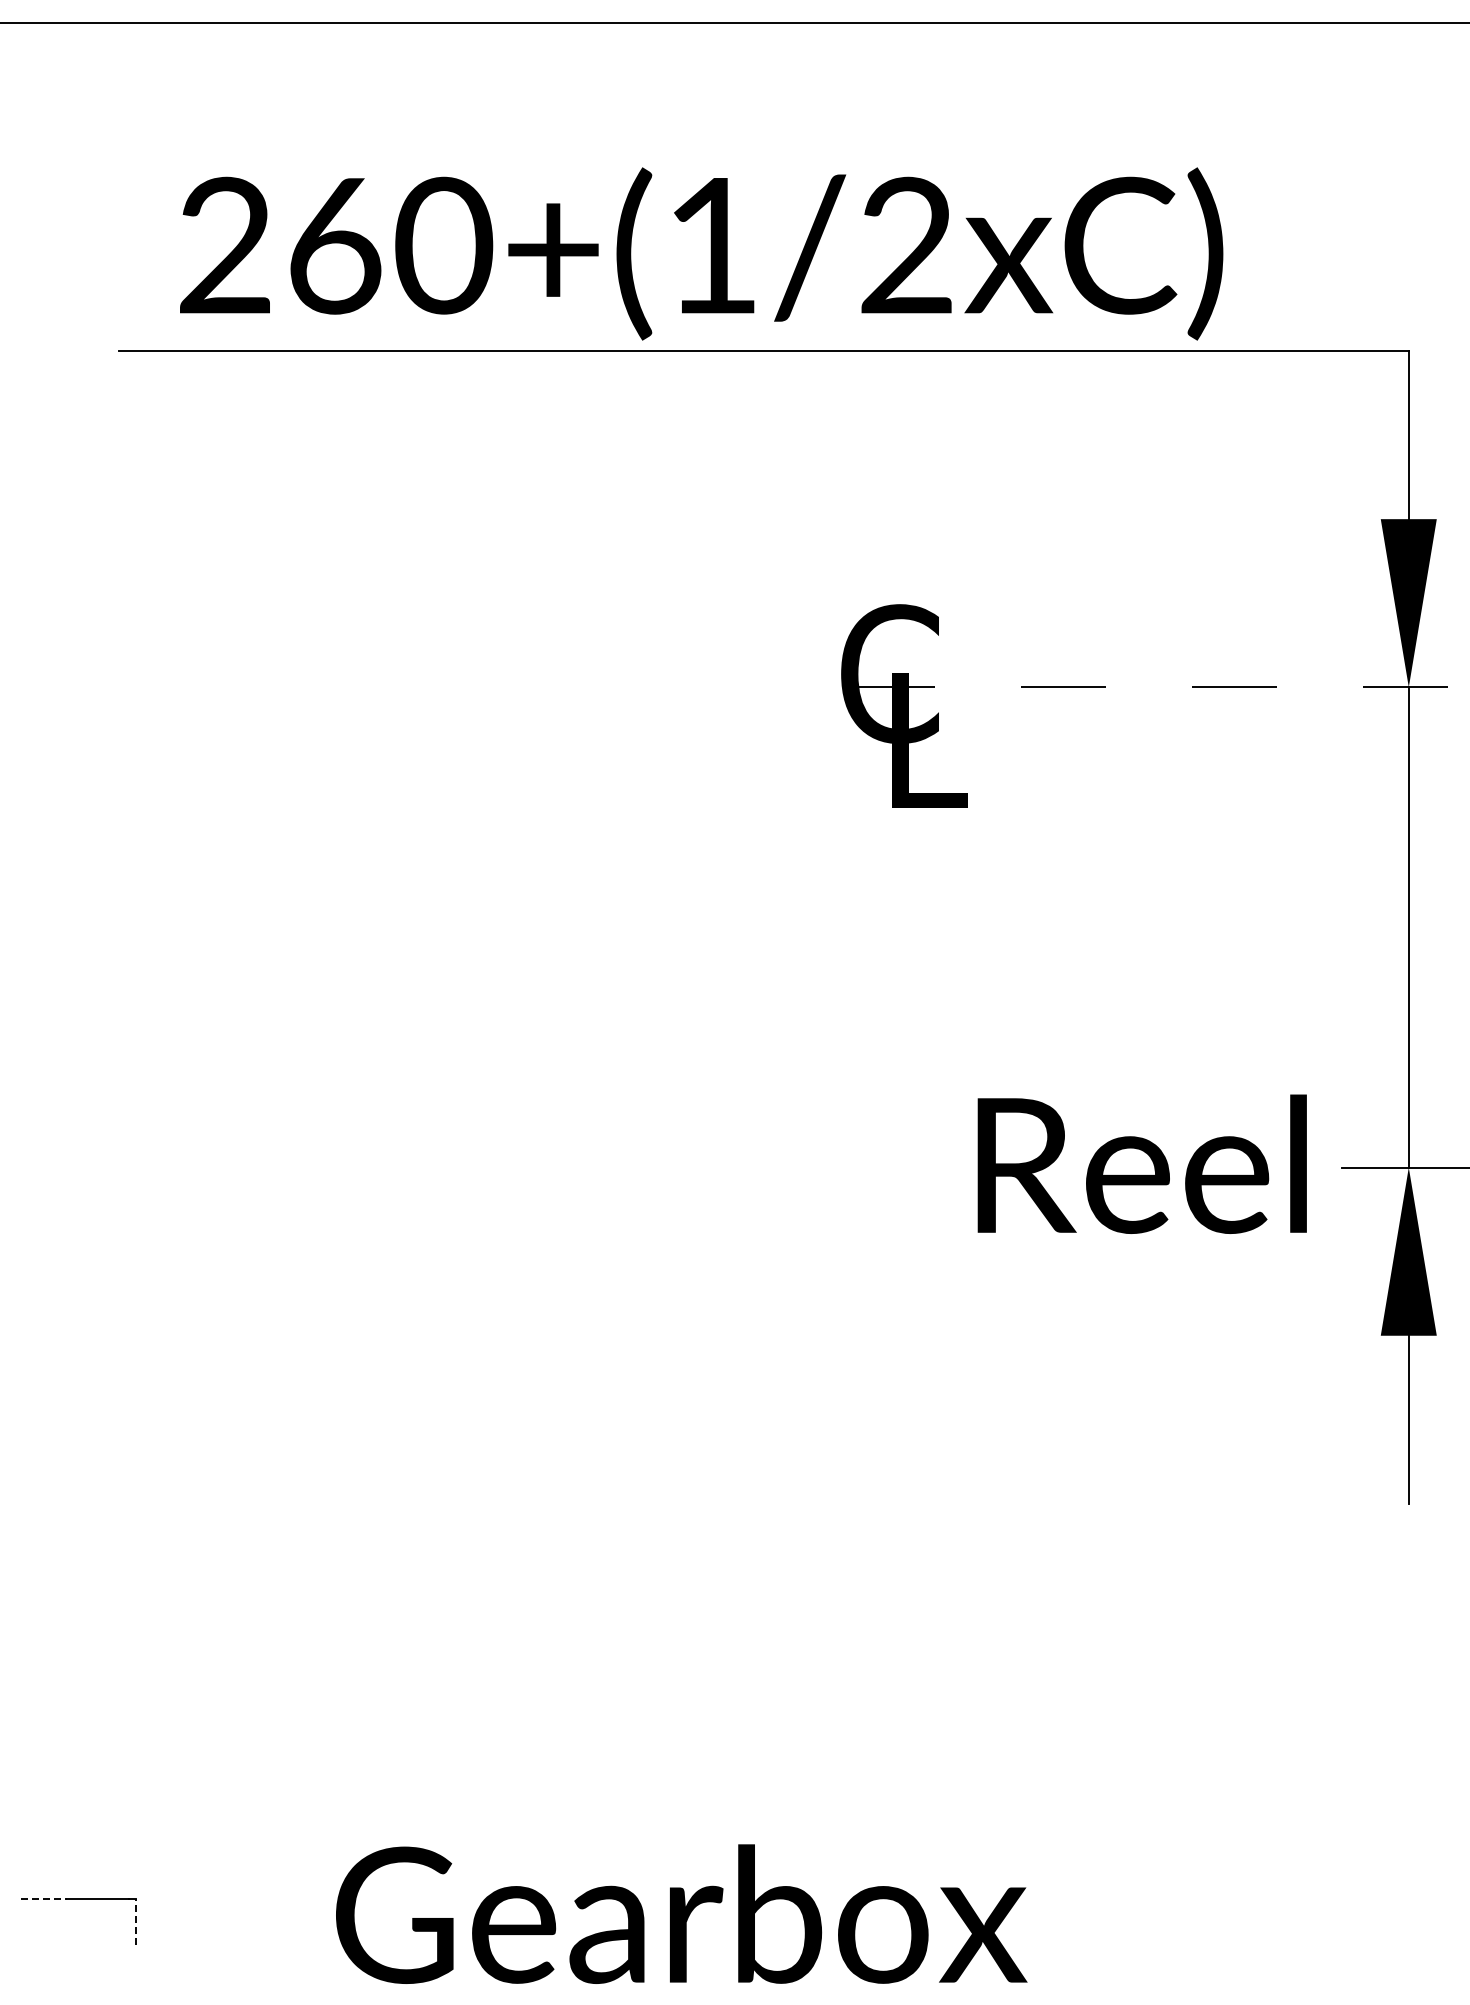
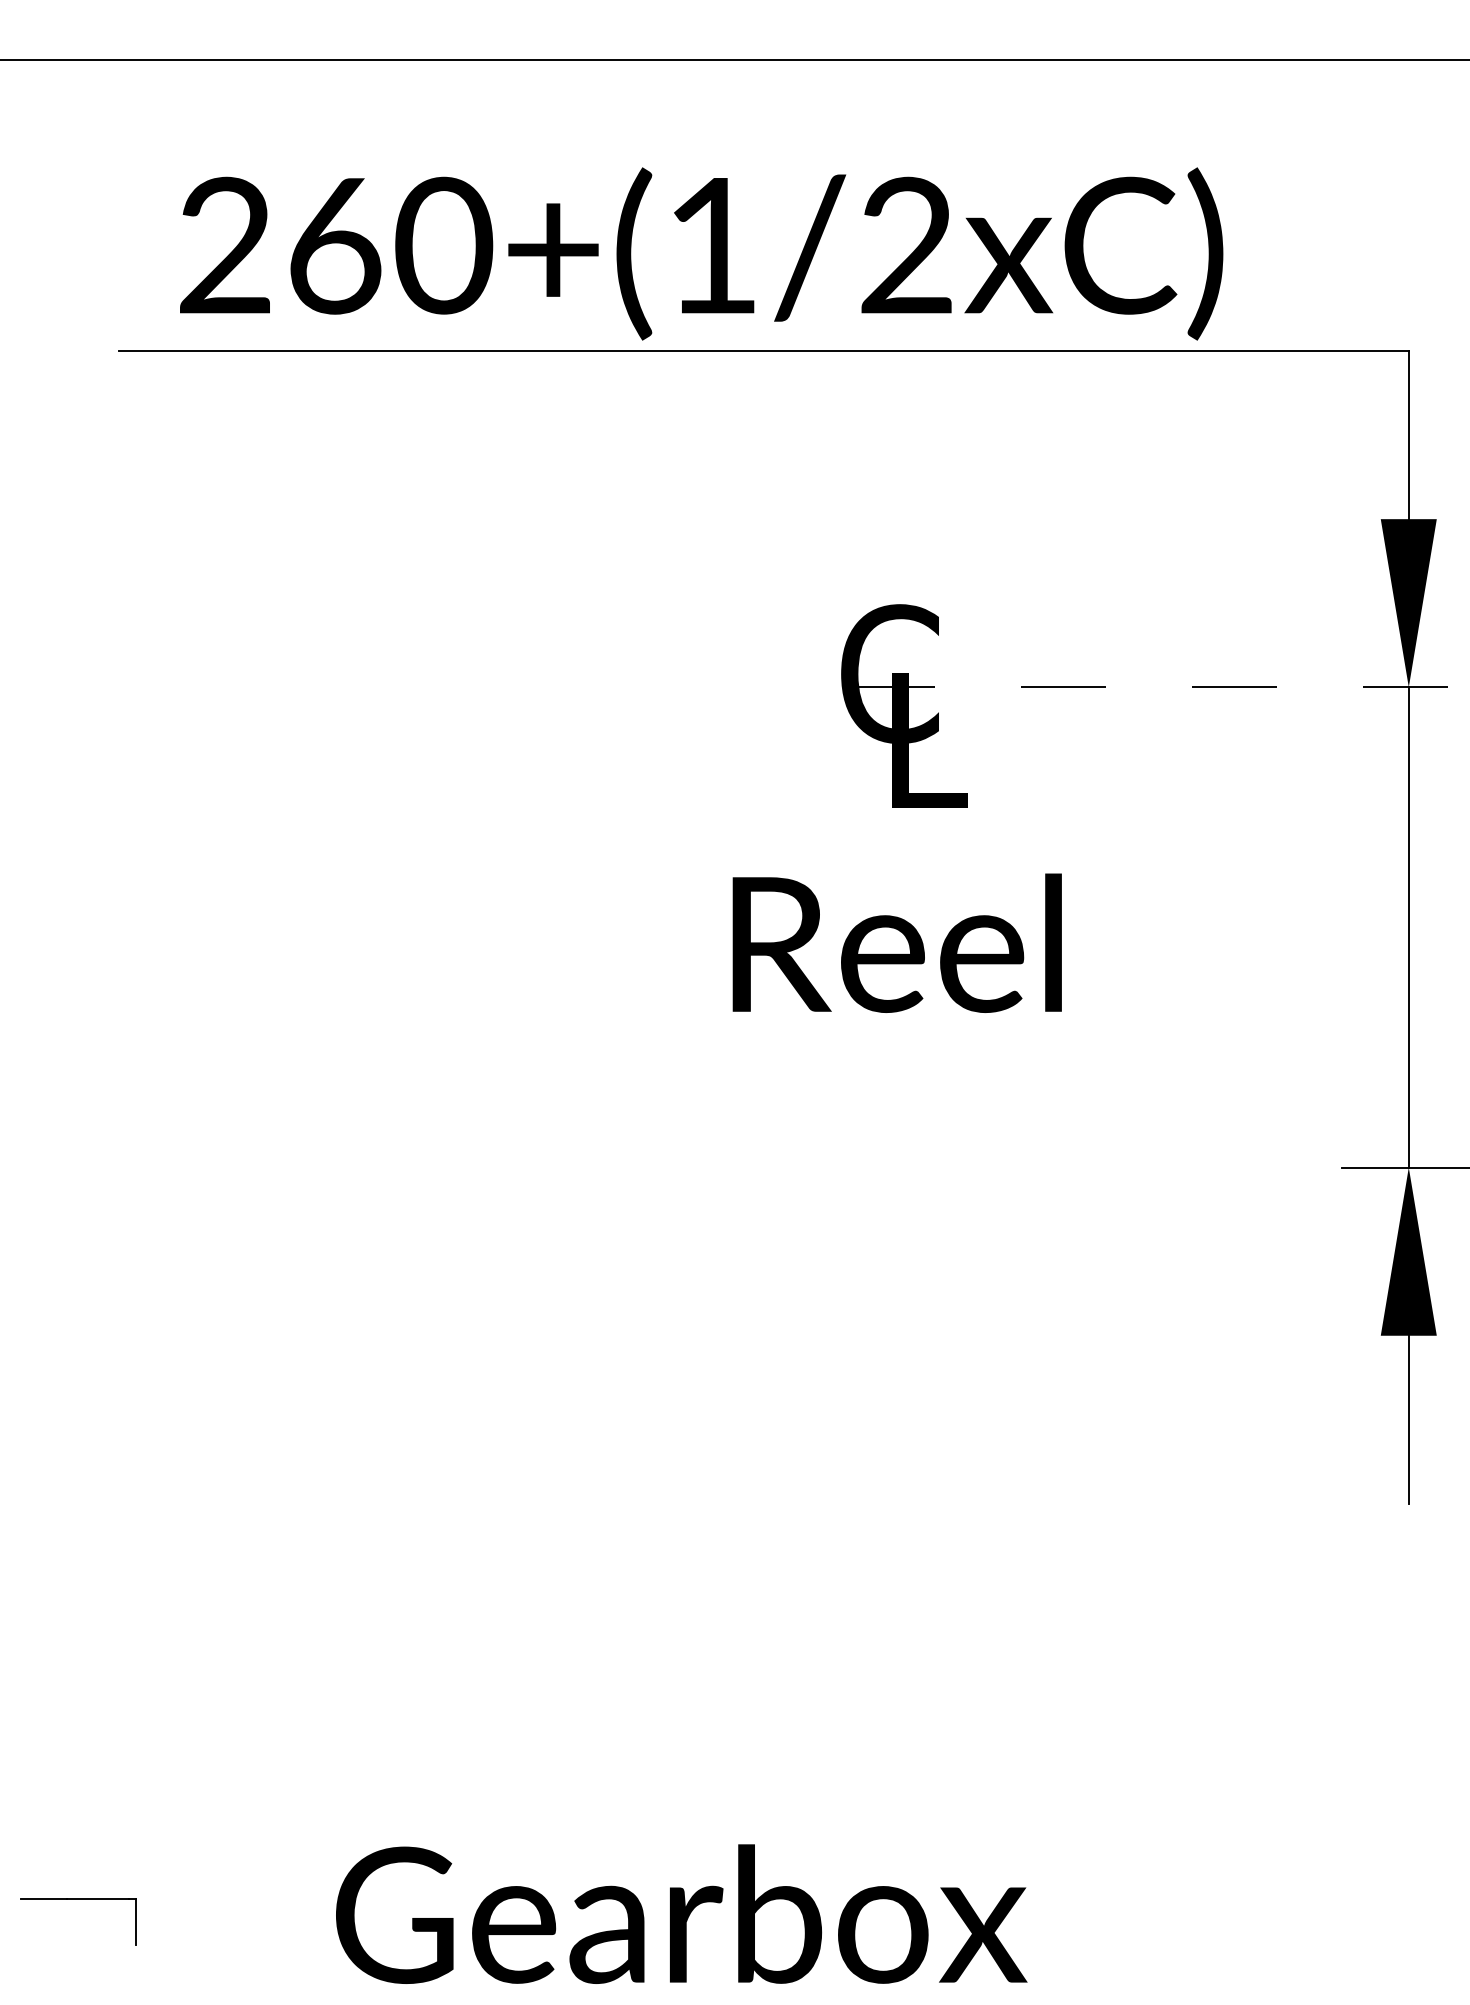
line at (734, 23) position: (734, 23) -> (734, 60)
text at (1141, 1163) position: (1141, 1163) -> (896, 942)
line at (44, 1898): dashed -> solid
line at (136, 1921): dashed -> solid
